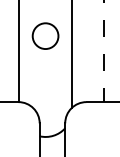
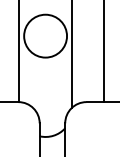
circle at (45, 36) diameter: 26 px -> 43 px
line at (104, 51): dashed -> solid
